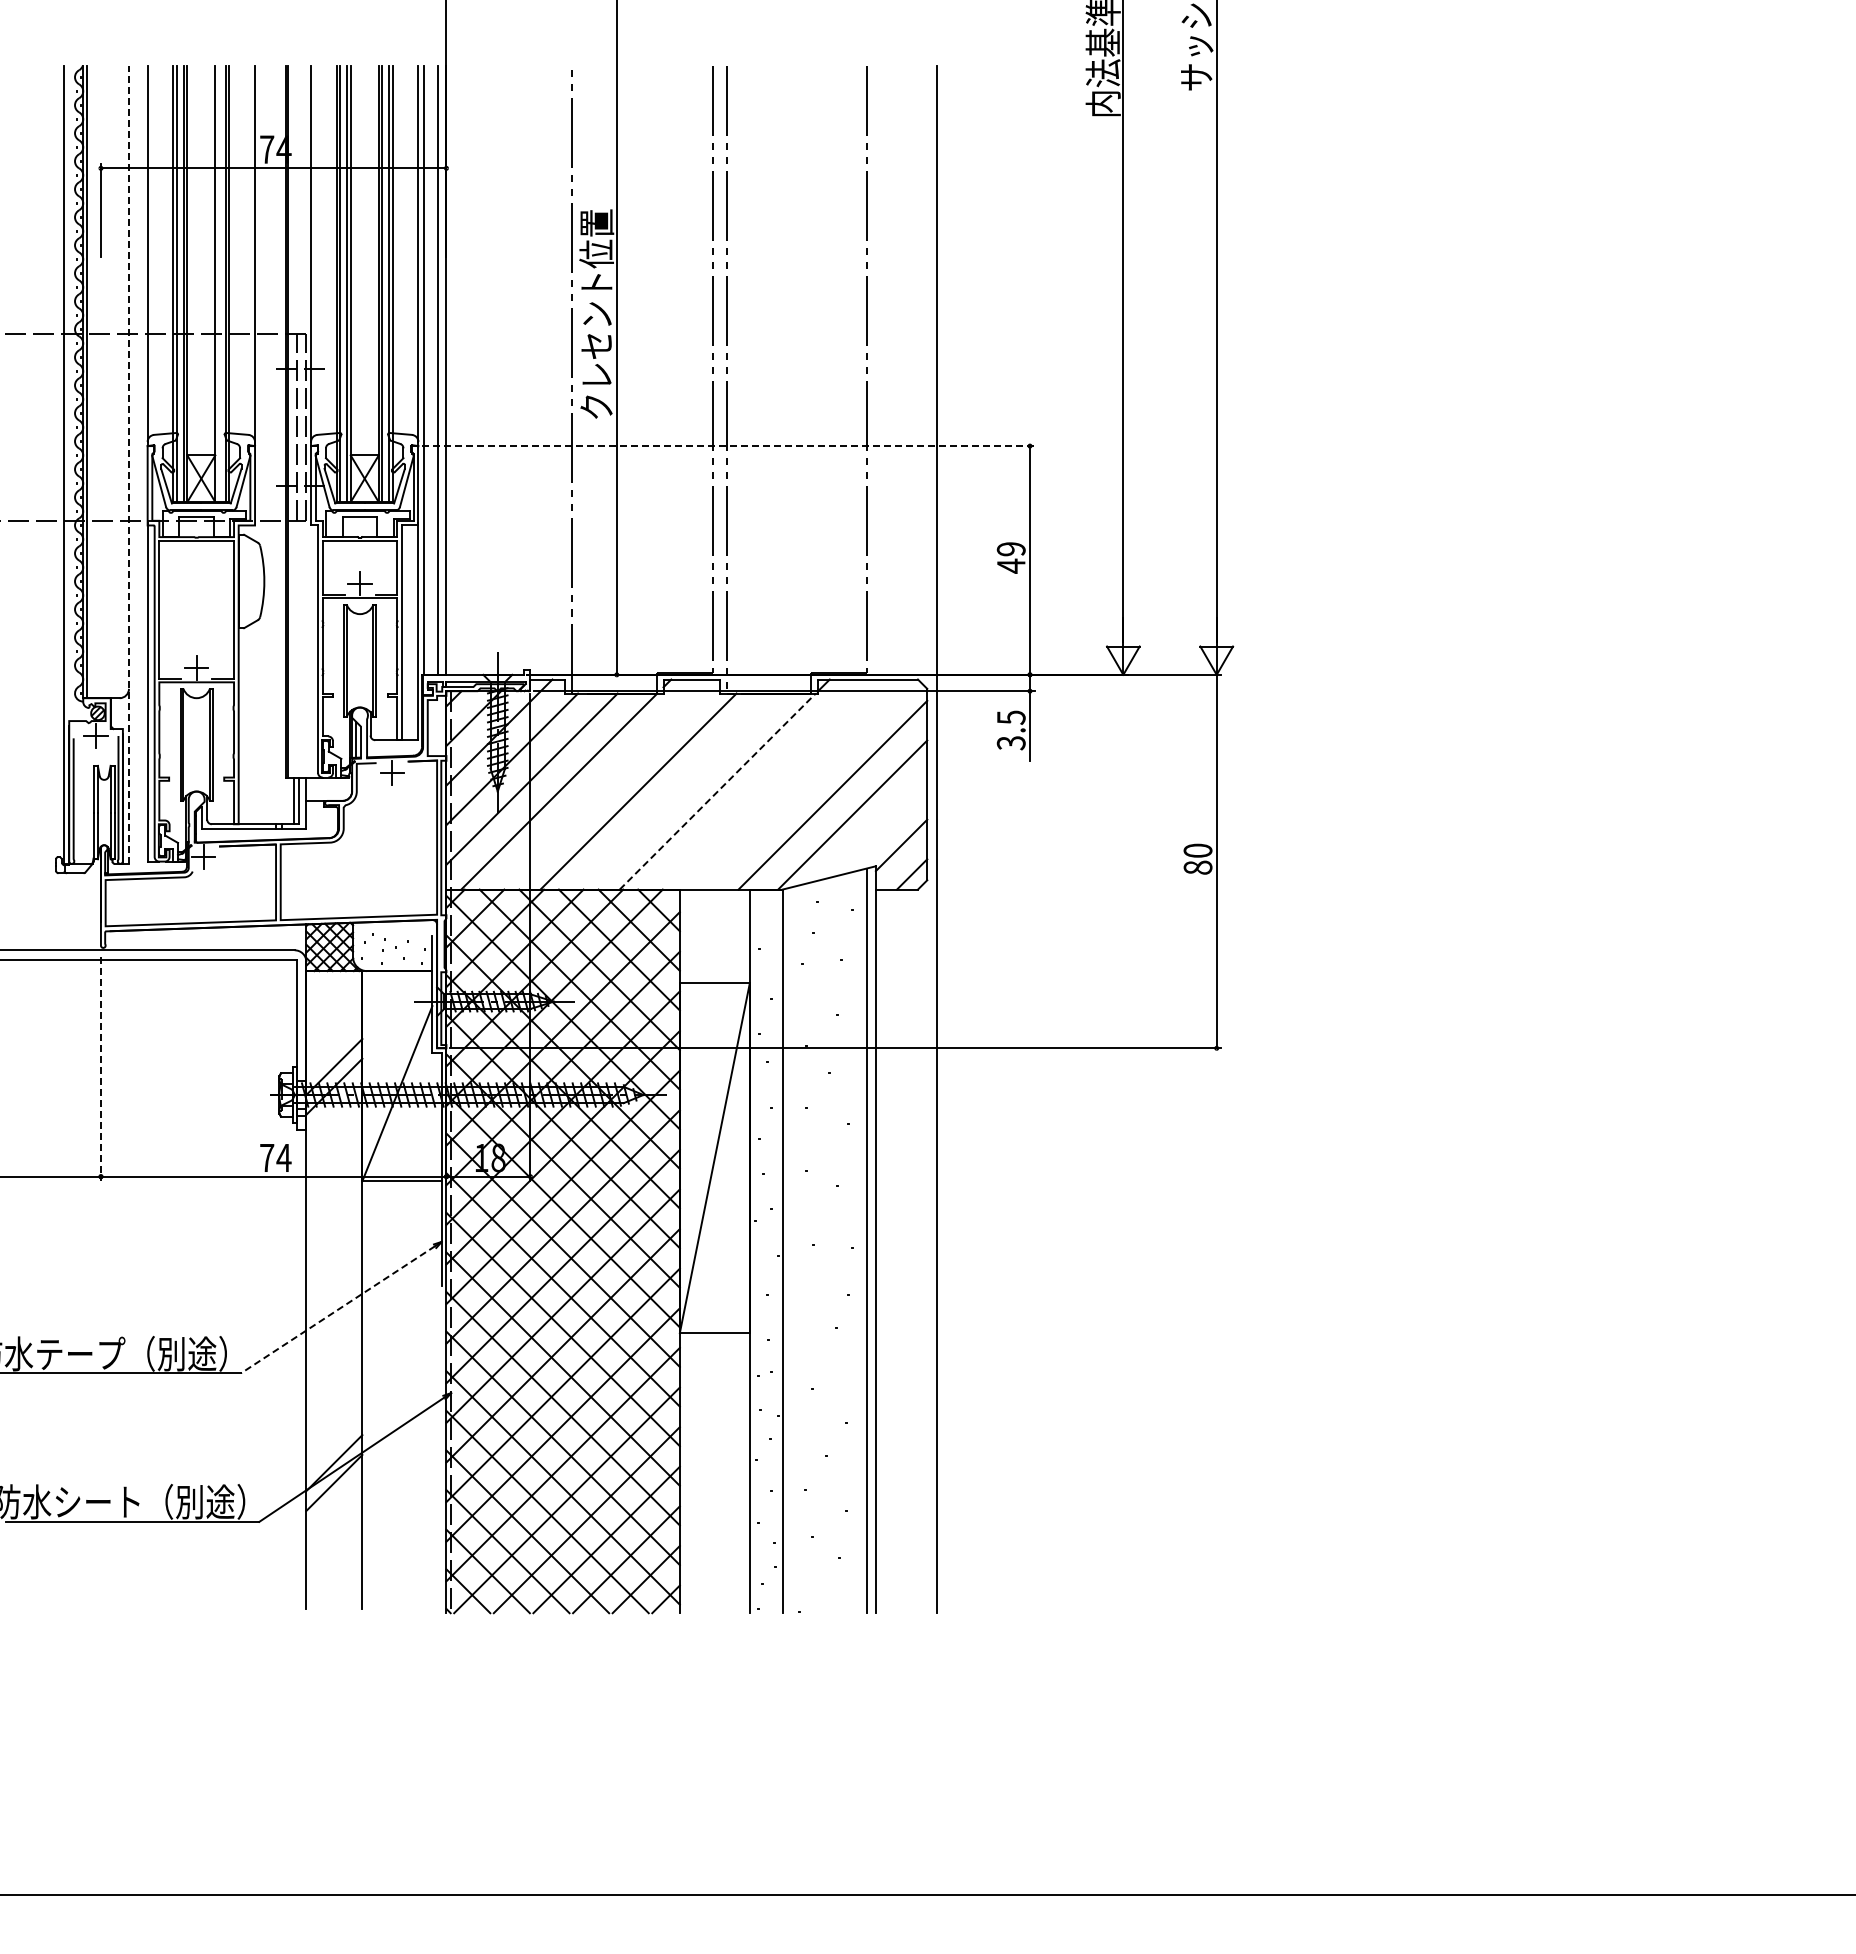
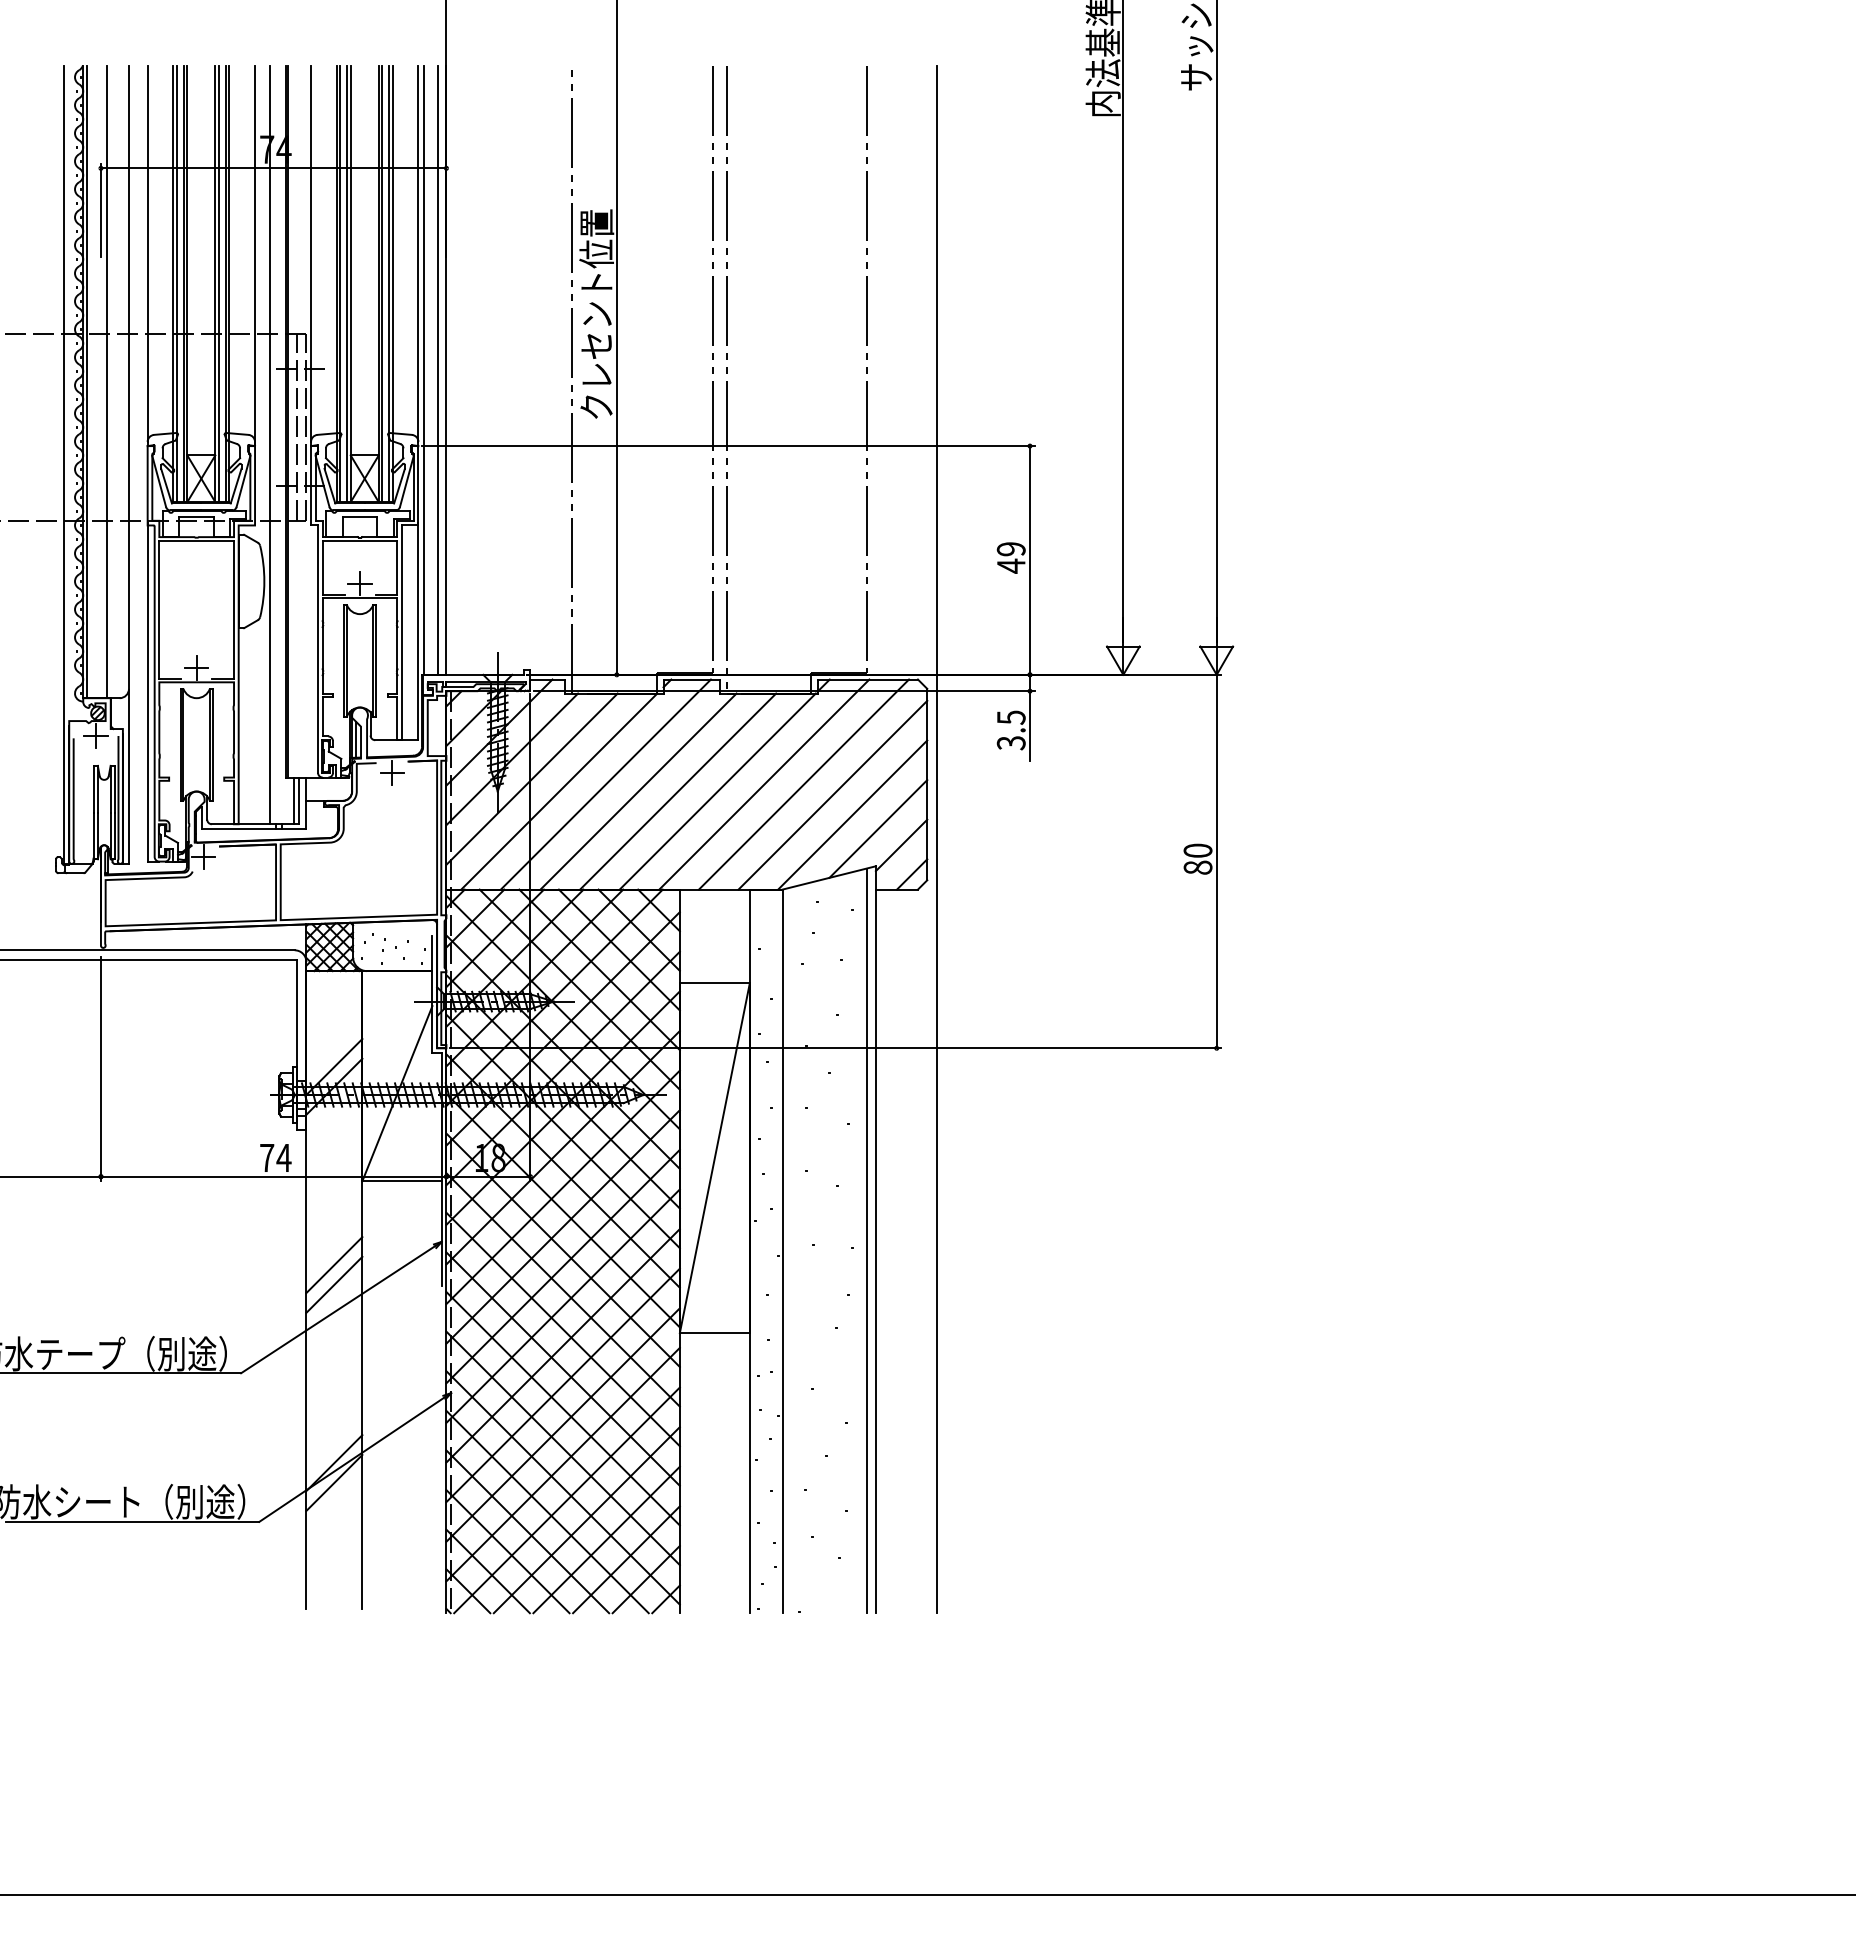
line at (218, 283): none -> present
line at (106, 381): none -> present
line at (269, 444): none -> present
line at (728, 446): dashed -> solid
line at (128, 464): dashed -> solid
line at (605, 784): none -> present
line at (764, 784): none -> present
line at (803, 784): none -> present
line at (678, 791): none -> present
line at (717, 791): dashed -> solid
line at (878, 828): none -> present
line at (100, 1069): dashed -> solid
line at (334, 1265): none -> present
line at (334, 1284): none -> present
line at (338, 1309): dashed -> solid
